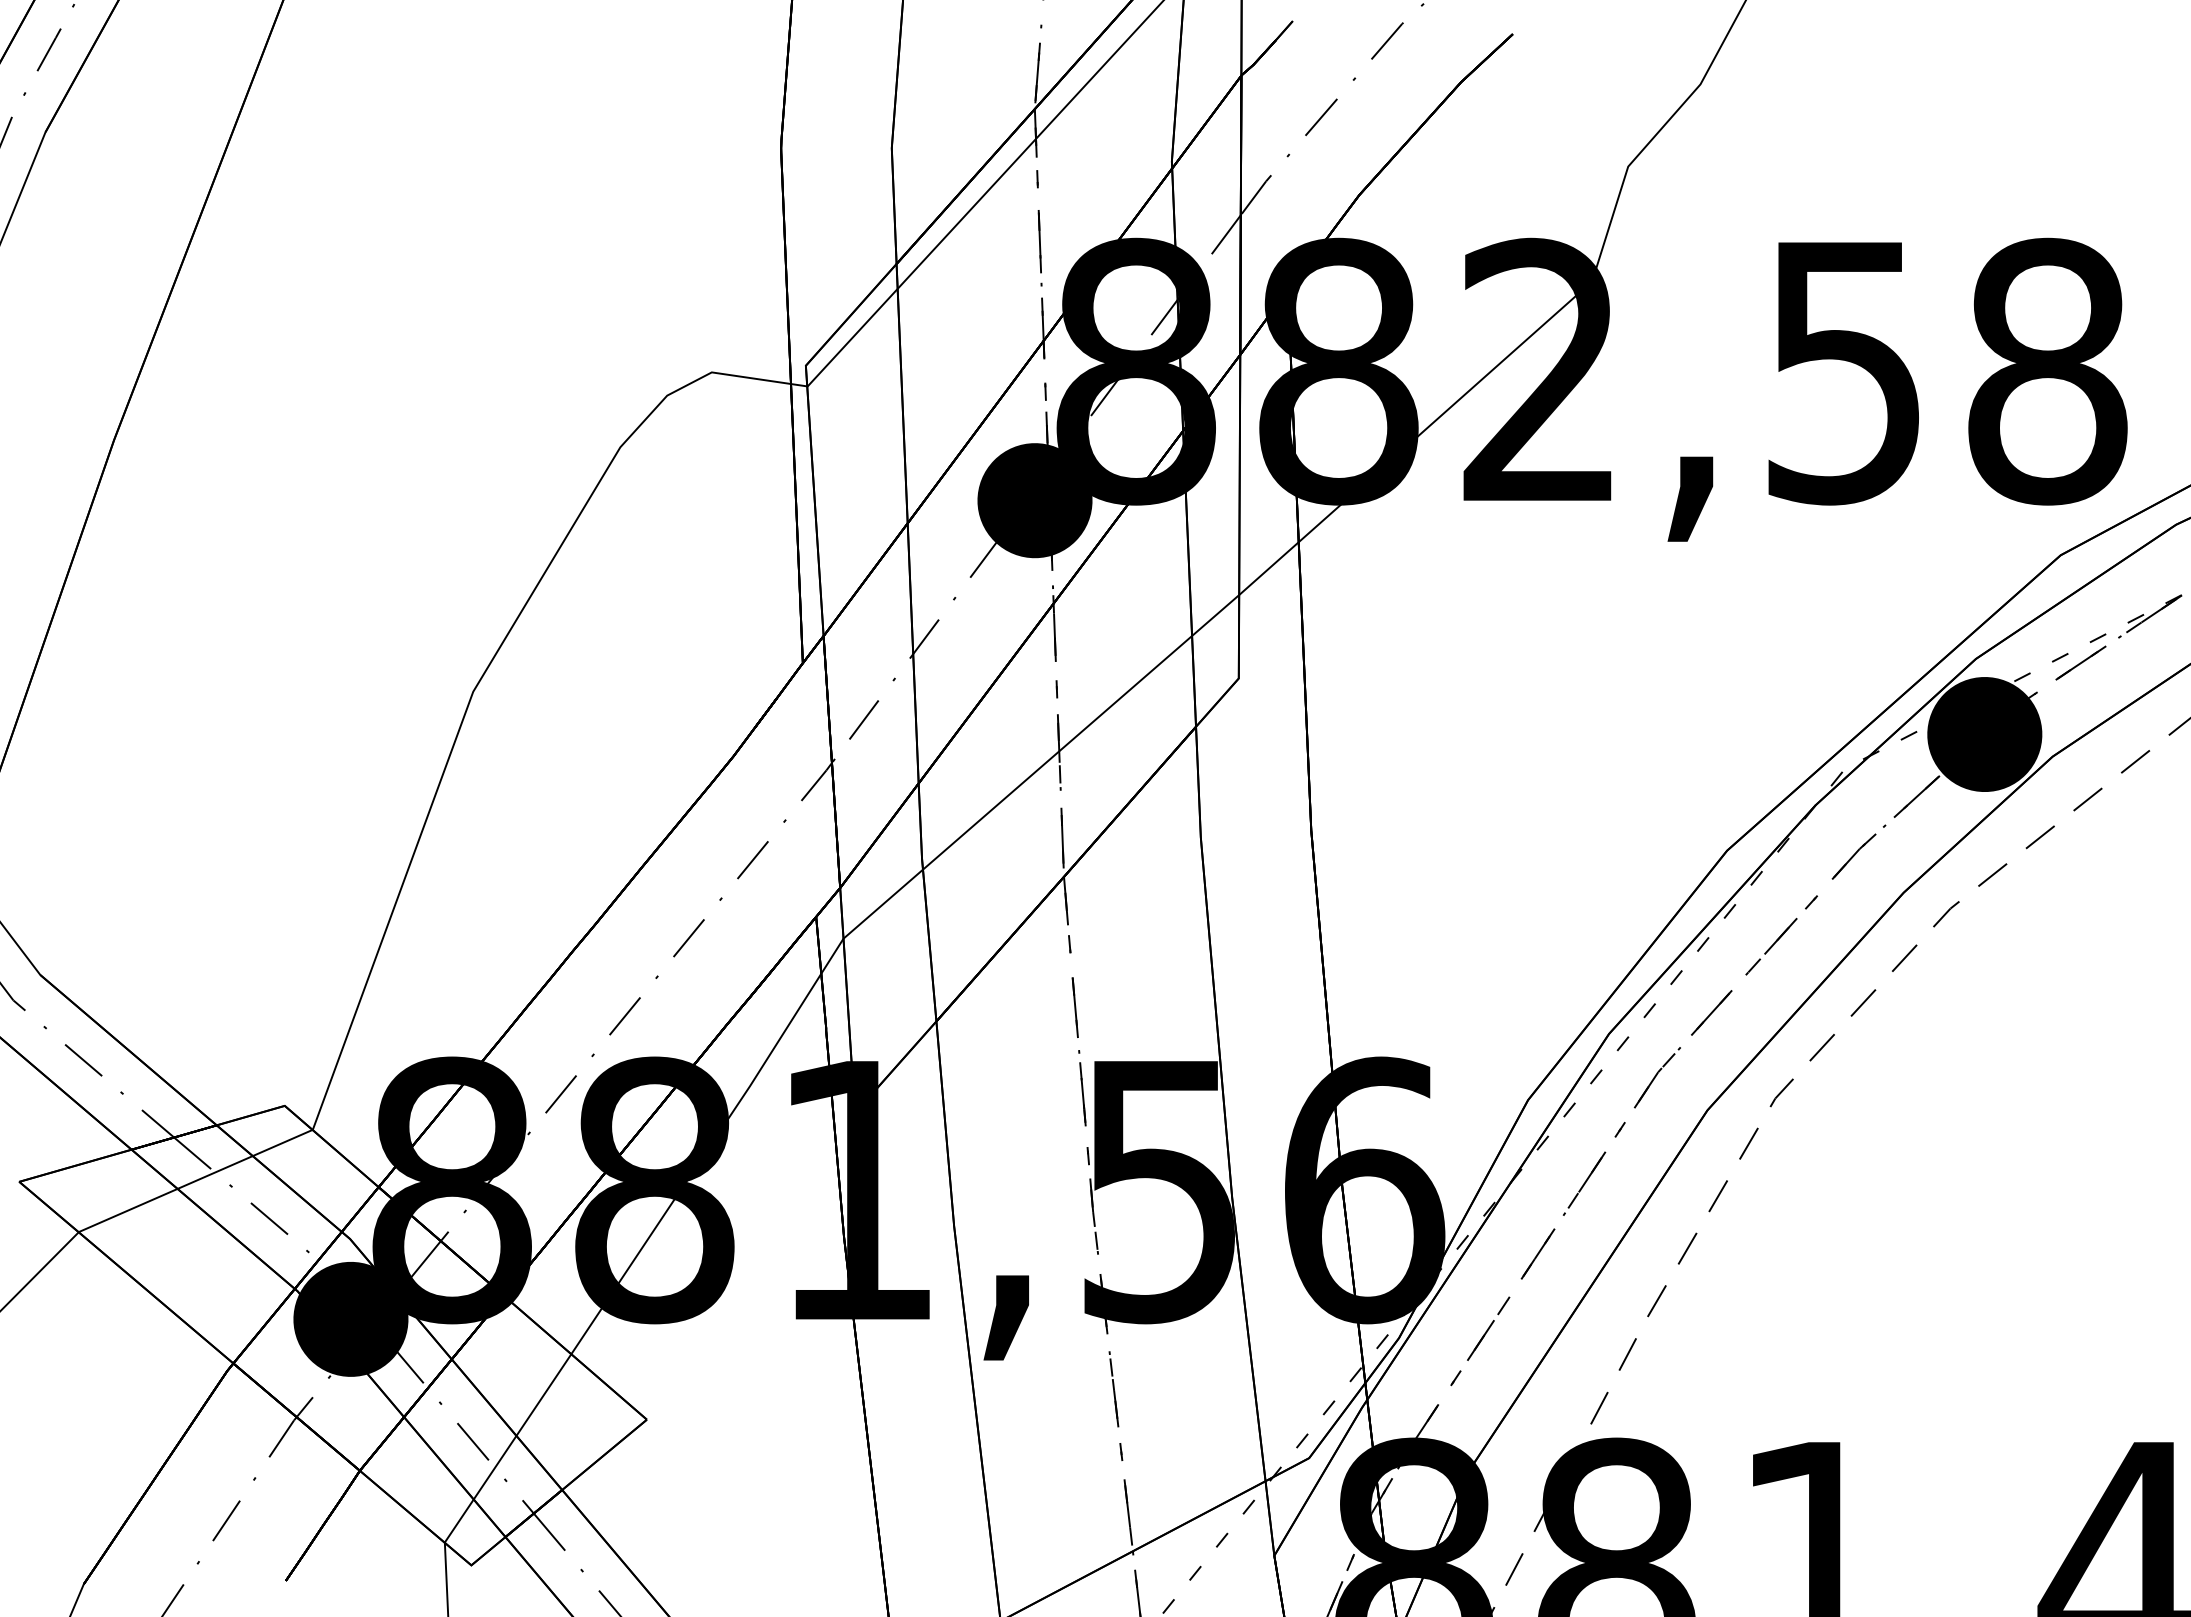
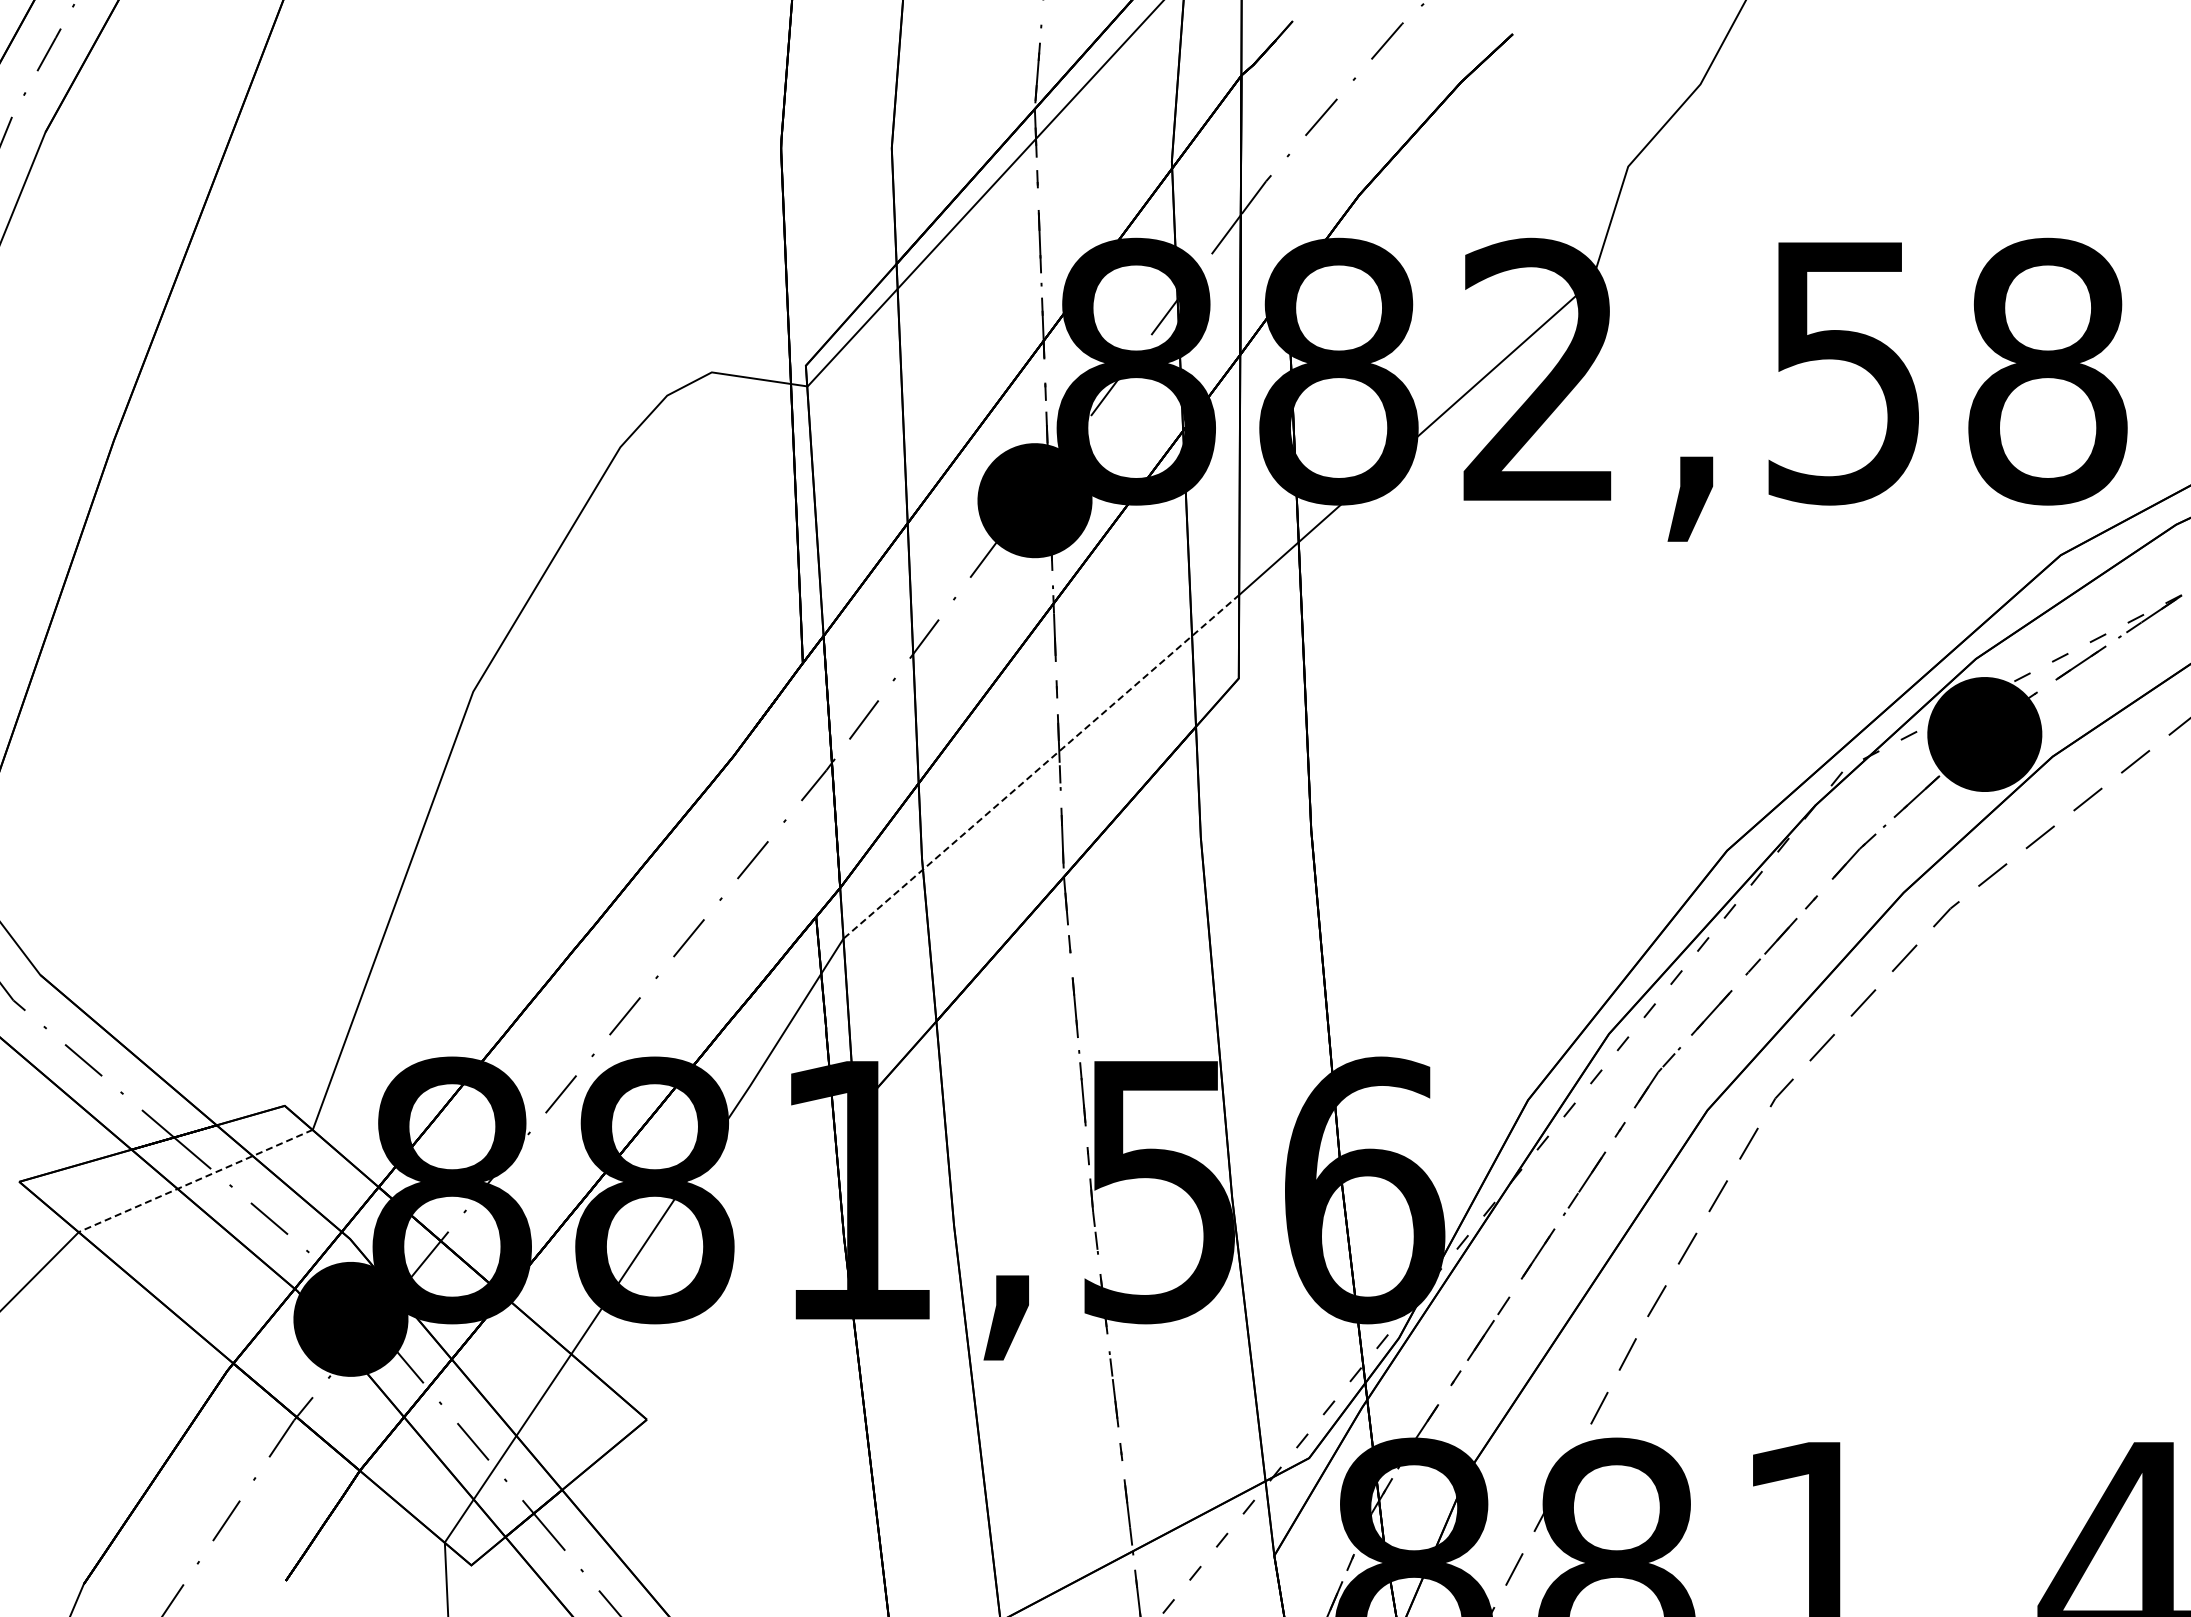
line at (1041, 767): solid -> dashed
line at (195, 1181): solid -> dashed
